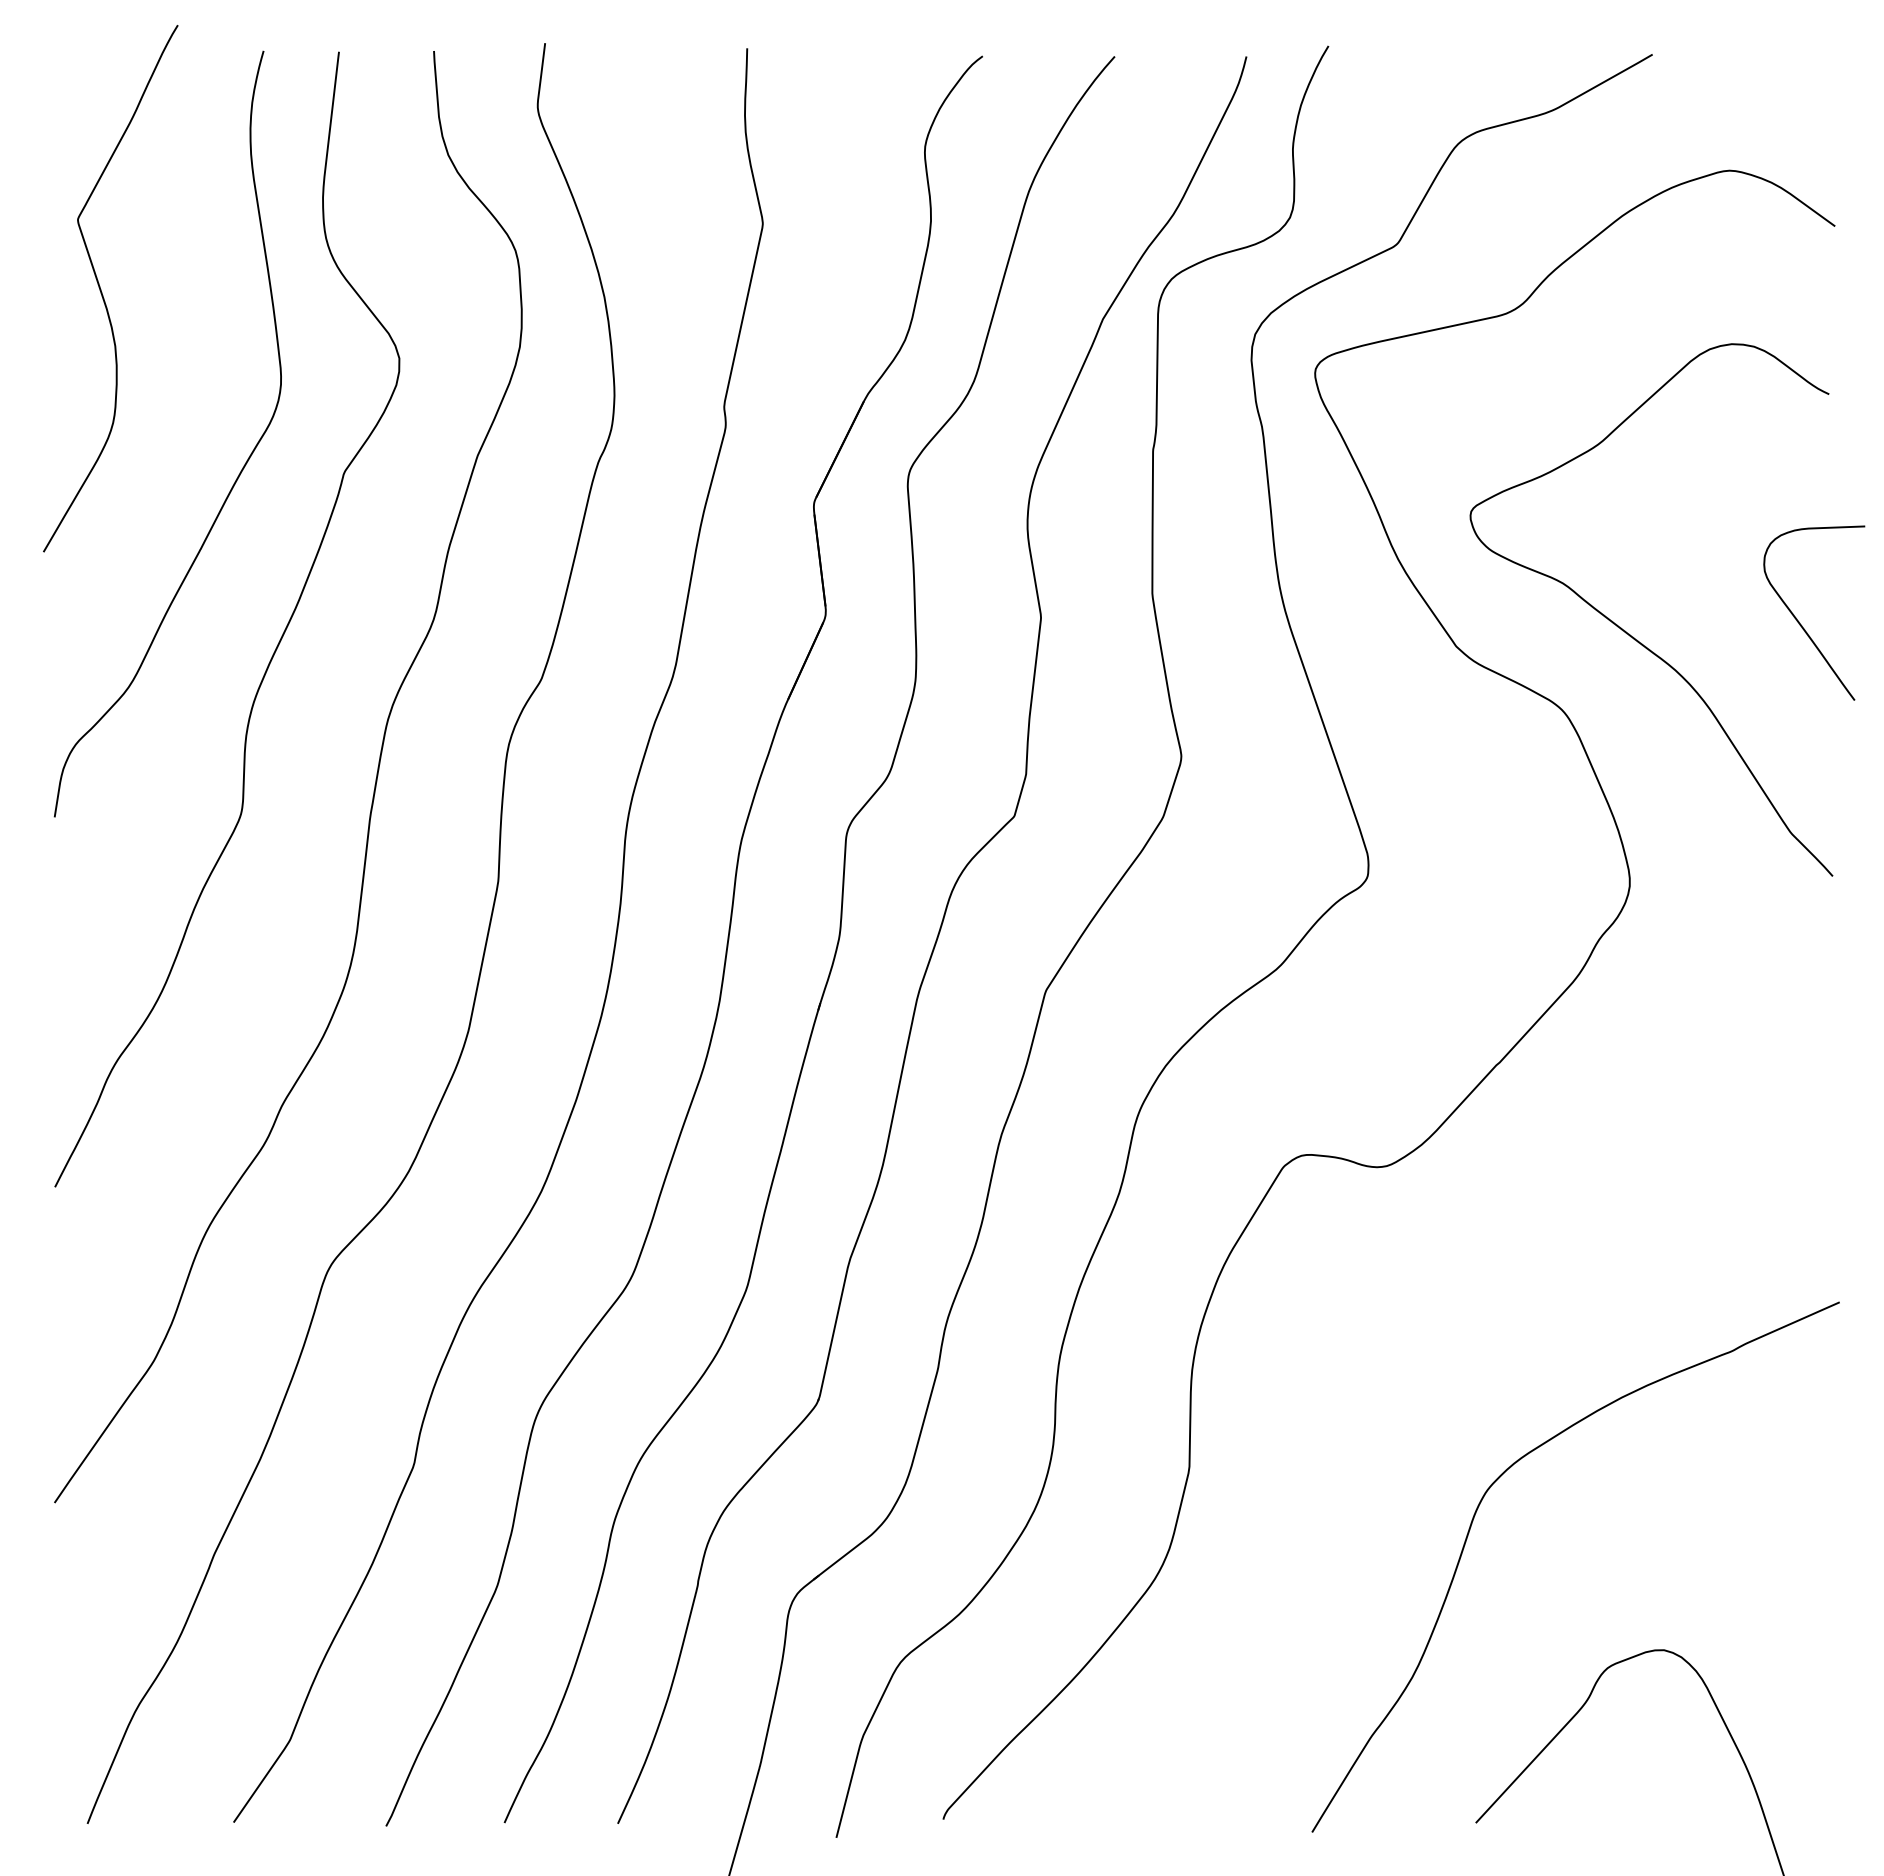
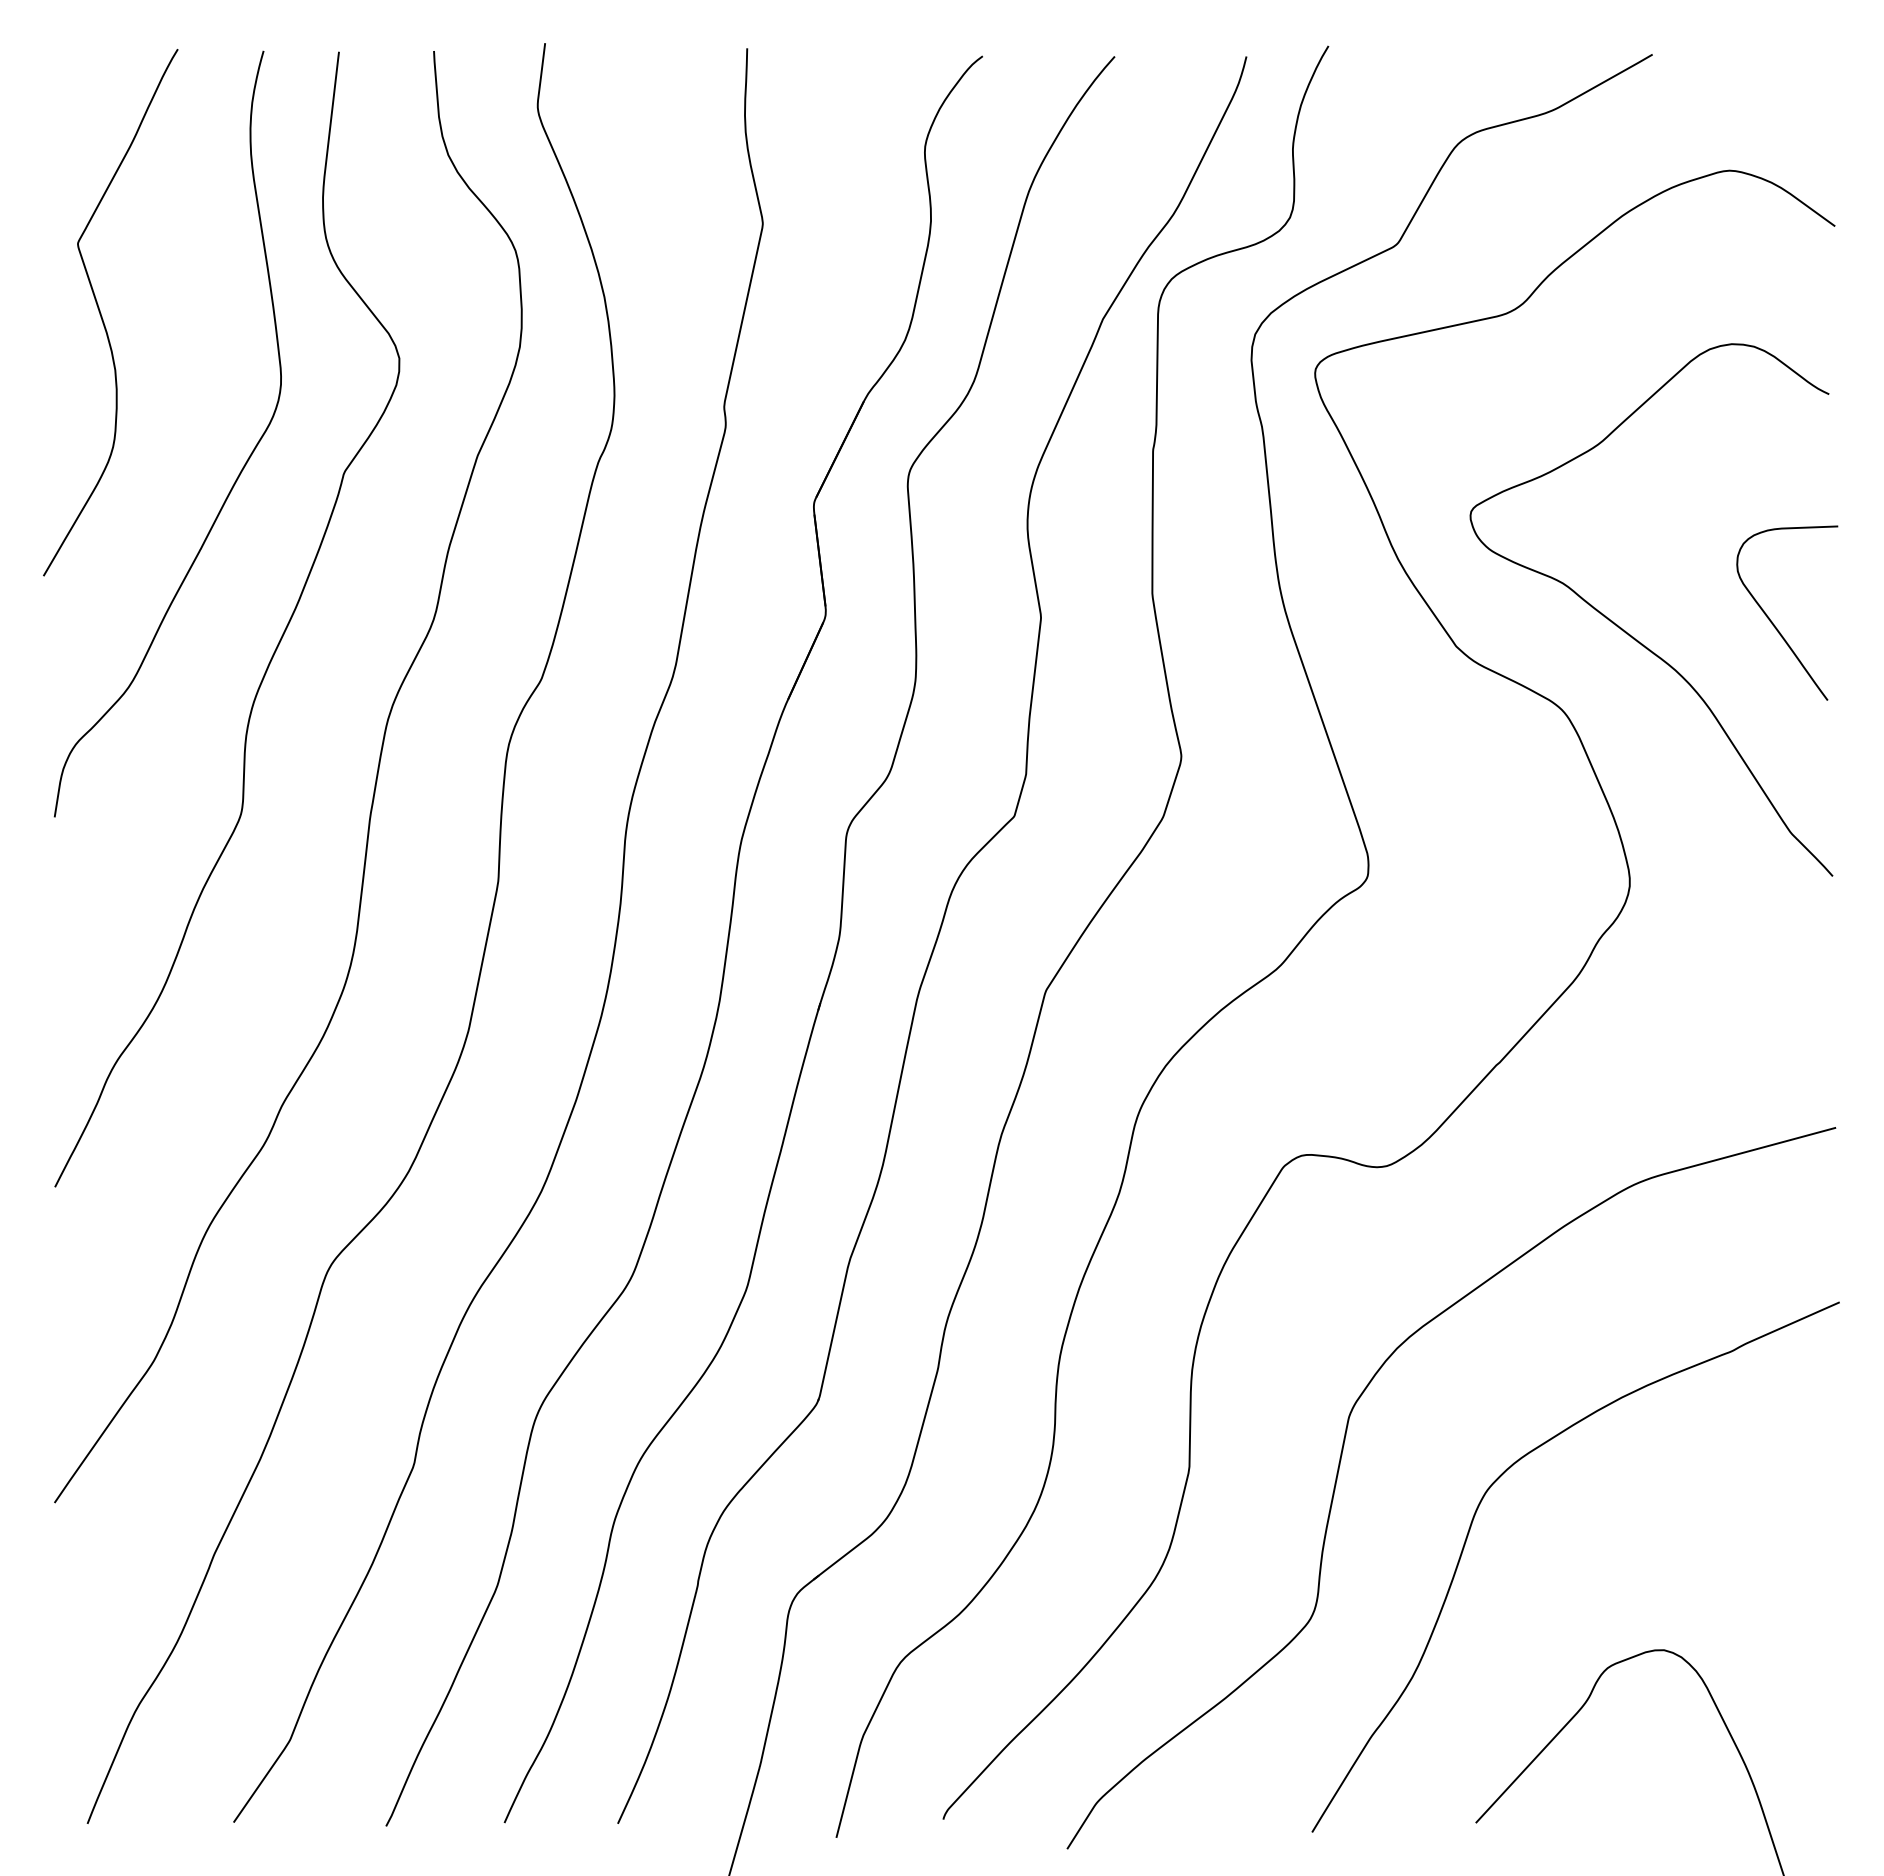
curve at (102, 292) position: (102, 292) -> (102, 316)
curve at (1799, 621) position: (1799, 621) -> (1772, 621)
curve at (1340, 1465): none -> present
